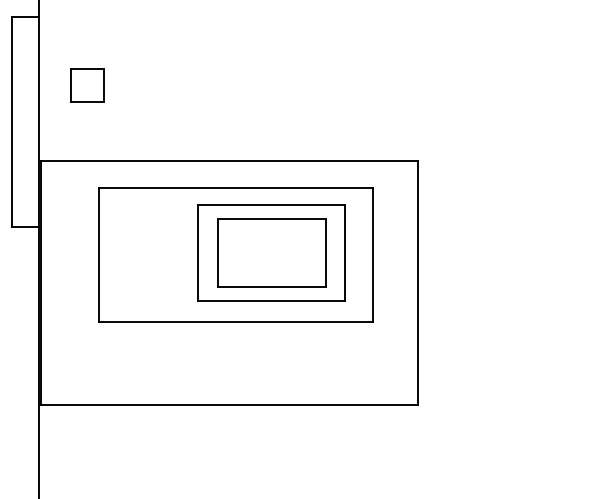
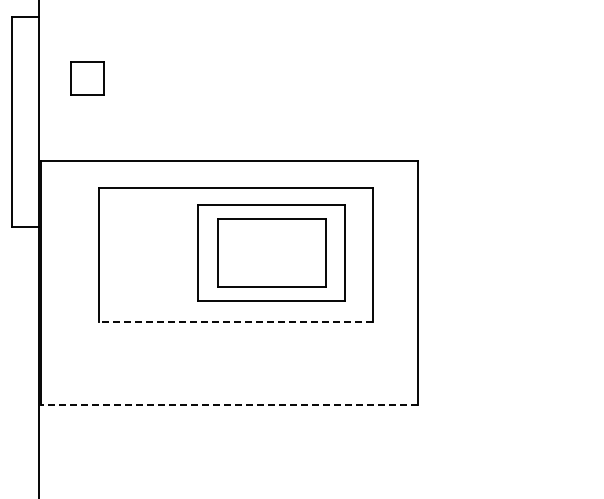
part at (87, 85) position: (87, 85) -> (87, 78)
line at (236, 322): solid -> dashed
line at (228, 405): solid -> dashed
